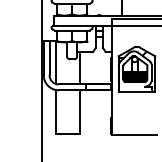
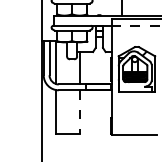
line at (136, 25): solid -> dashed
line at (80, 112): solid -> dashed
